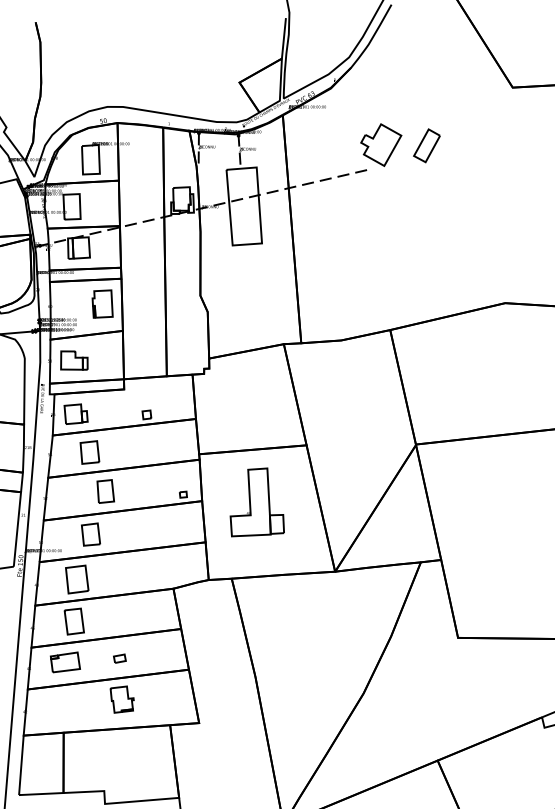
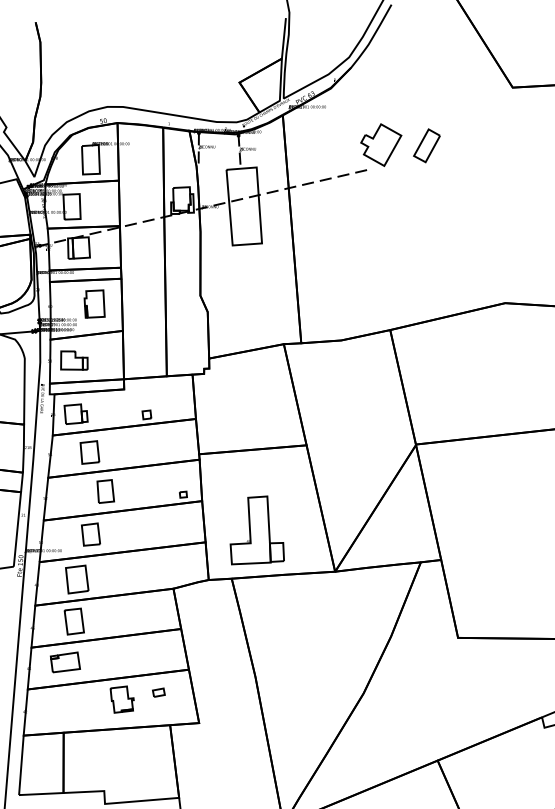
part at (102, 303) position: (102, 303) -> (94, 303)
part at (256, 502) position: (256, 502) -> (256, 530)
part at (119, 658) position: (119, 658) -> (158, 692)
